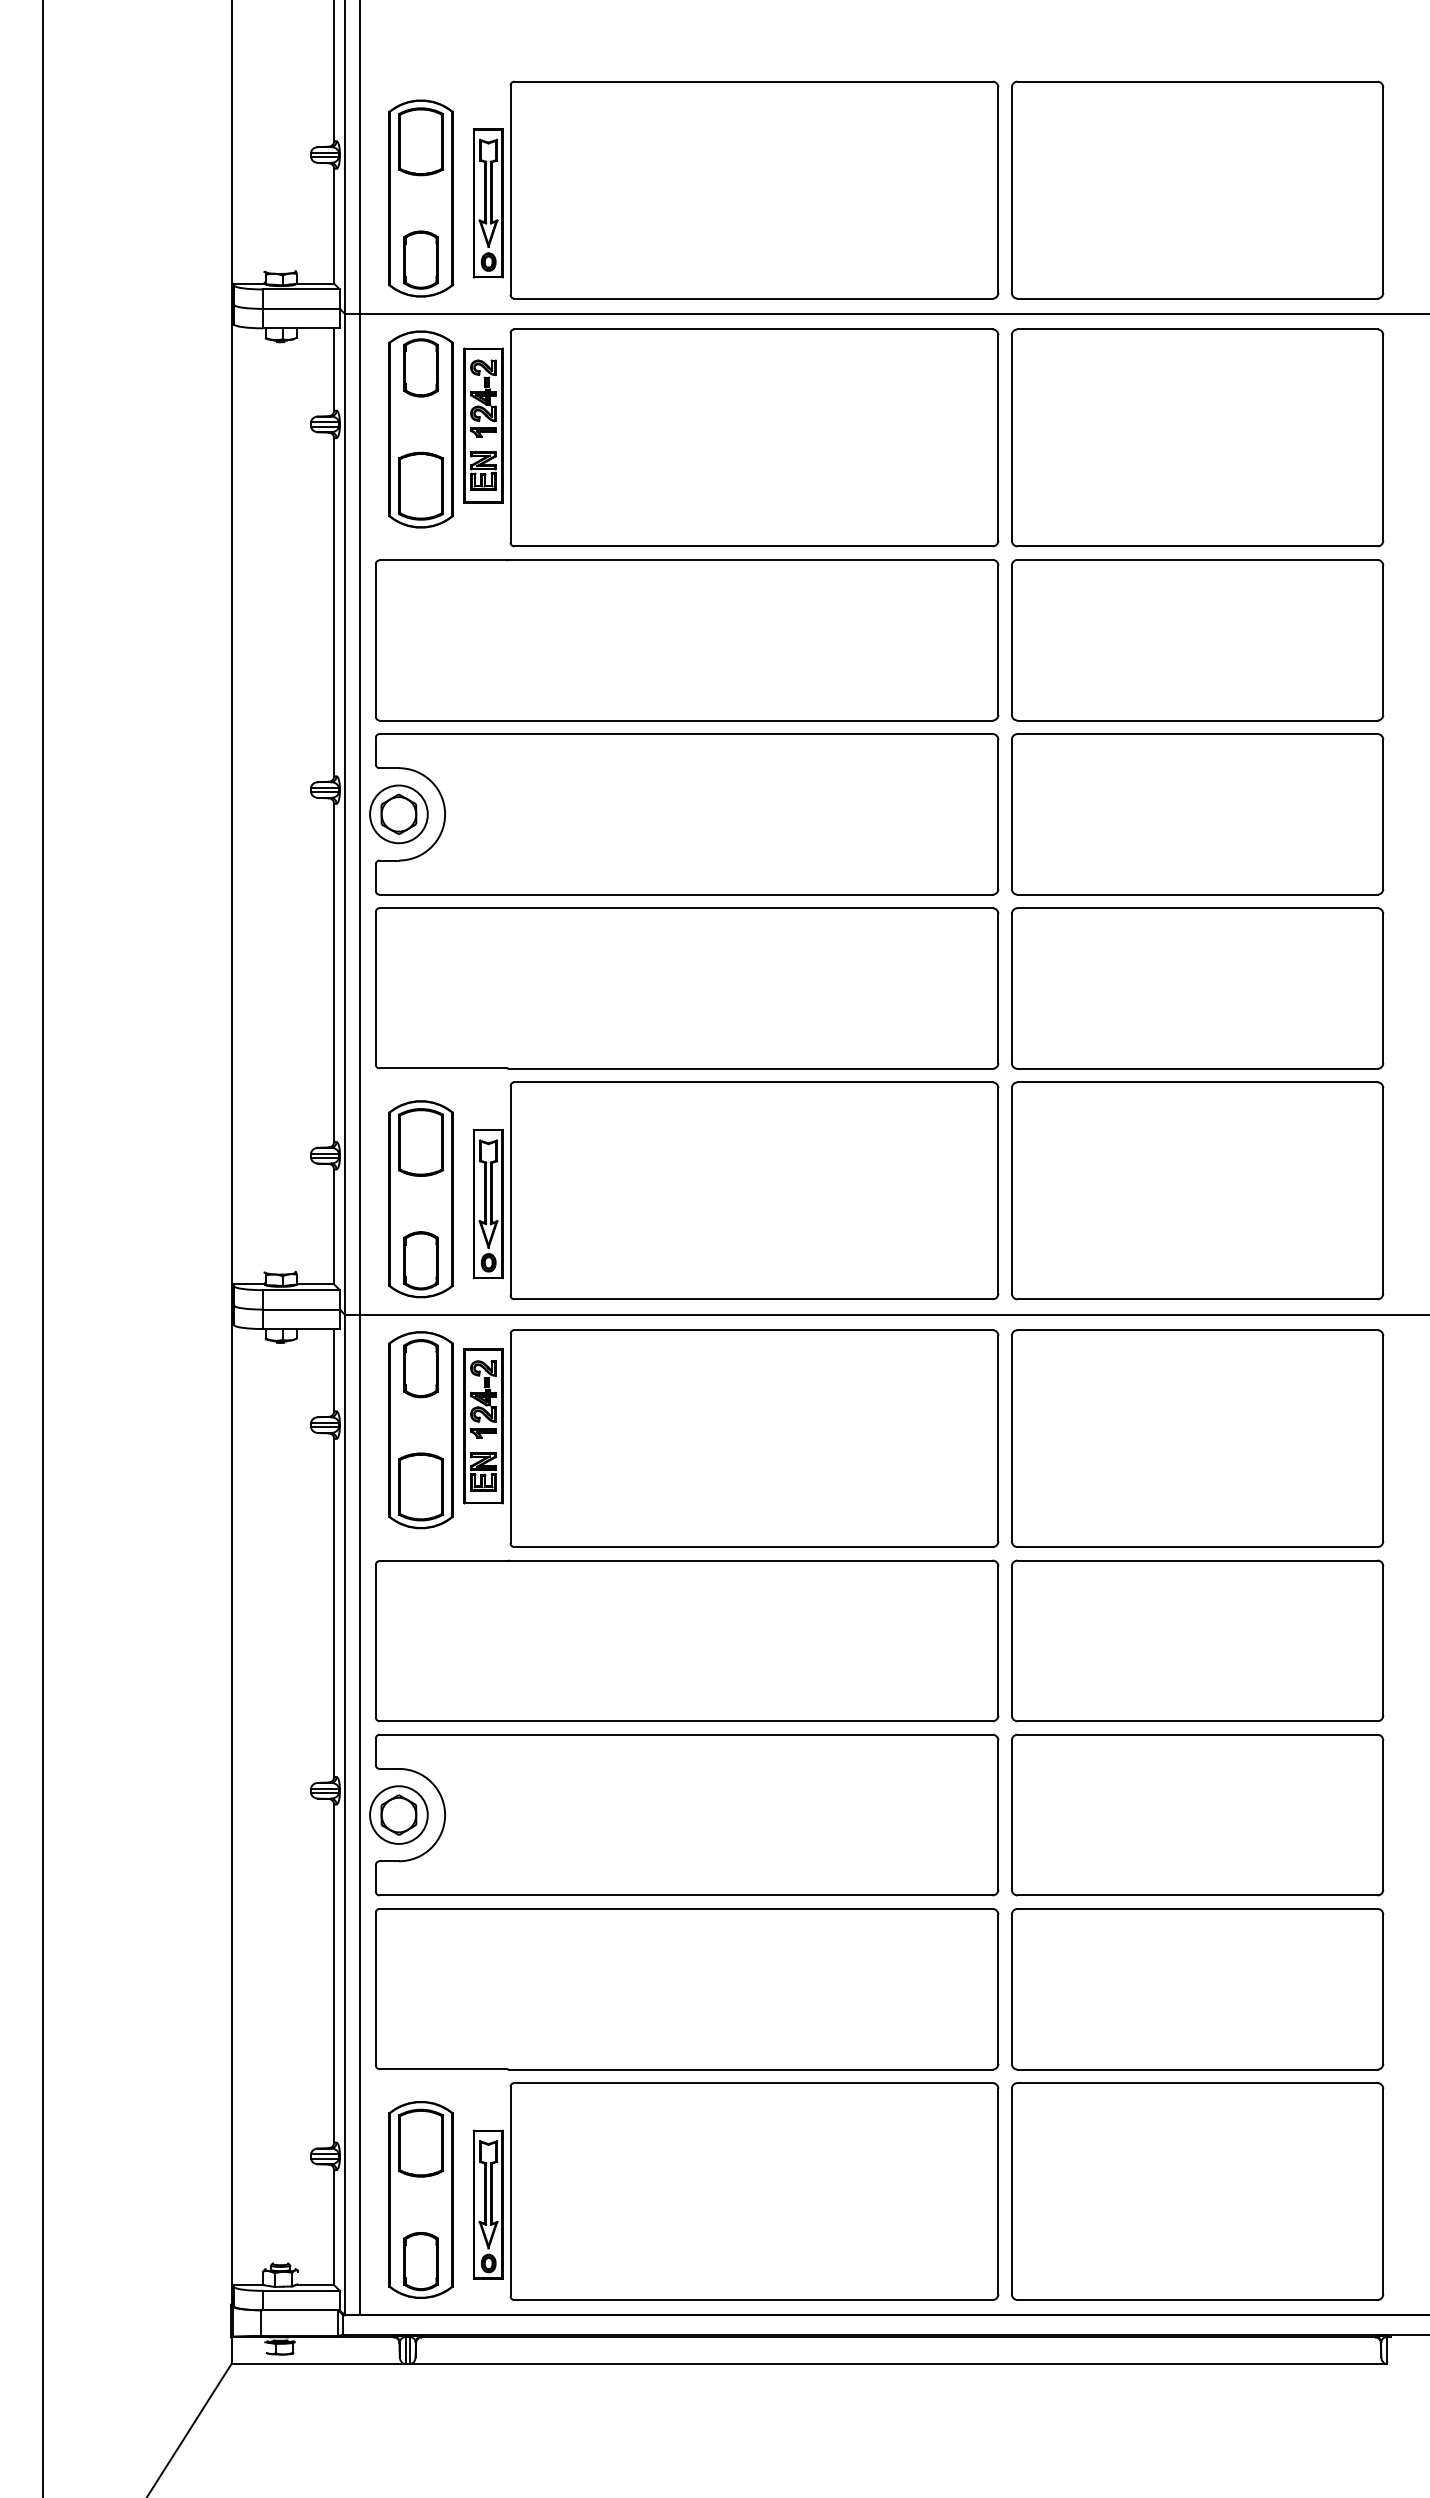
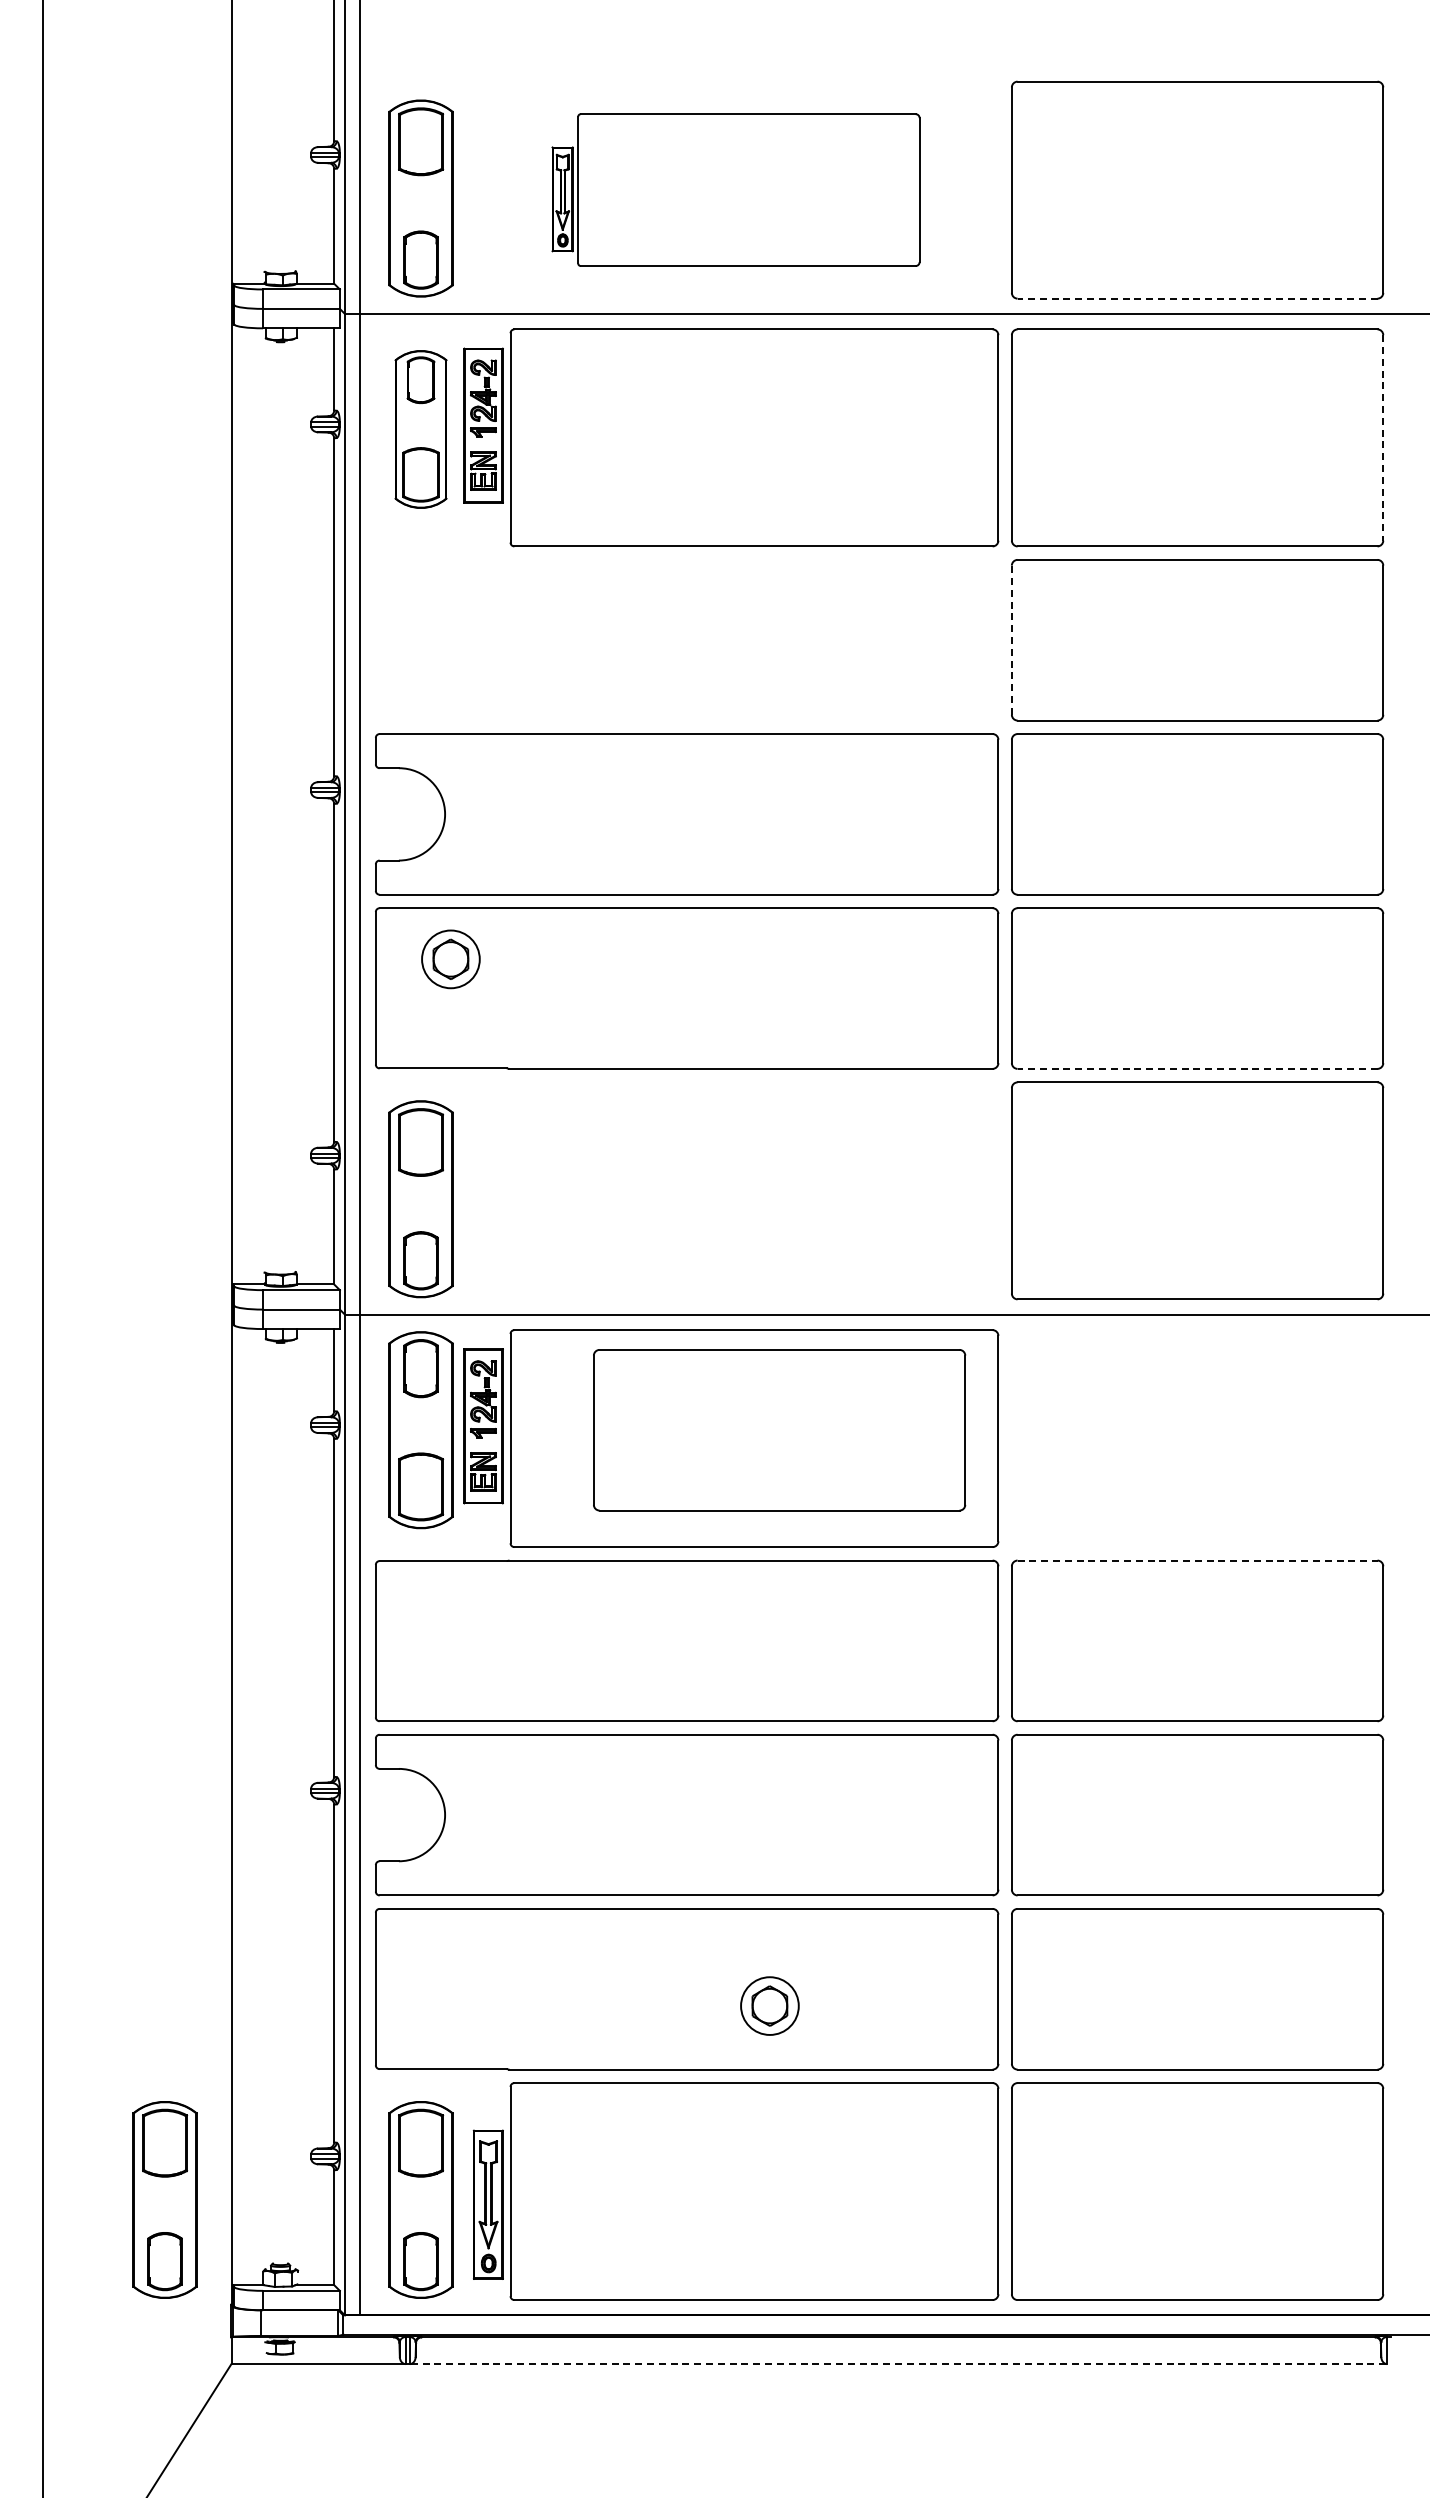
part at (735, 189) size: 528x220 px -> 370x154 px
line at (1197, 298): solid -> dashed
part at (420, 429) size: 66x199 px -> 54x159 px
line at (1383, 437): solid -> dashed
part at (687, 640): present -> none
line at (1011, 640): solid -> dashed
part at (398, 814) position: (398, 814) -> (450, 959)
line at (1197, 1068): solid -> dashed
part at (736, 1190): present -> none
part at (779, 1430): none -> present
part at (1197, 1438): present -> none
line at (1197, 1560): solid -> dashed
part at (398, 1814) position: (398, 1814) -> (769, 2005)
part at (164, 2199): none -> present
line at (898, 2364): solid -> dashed
